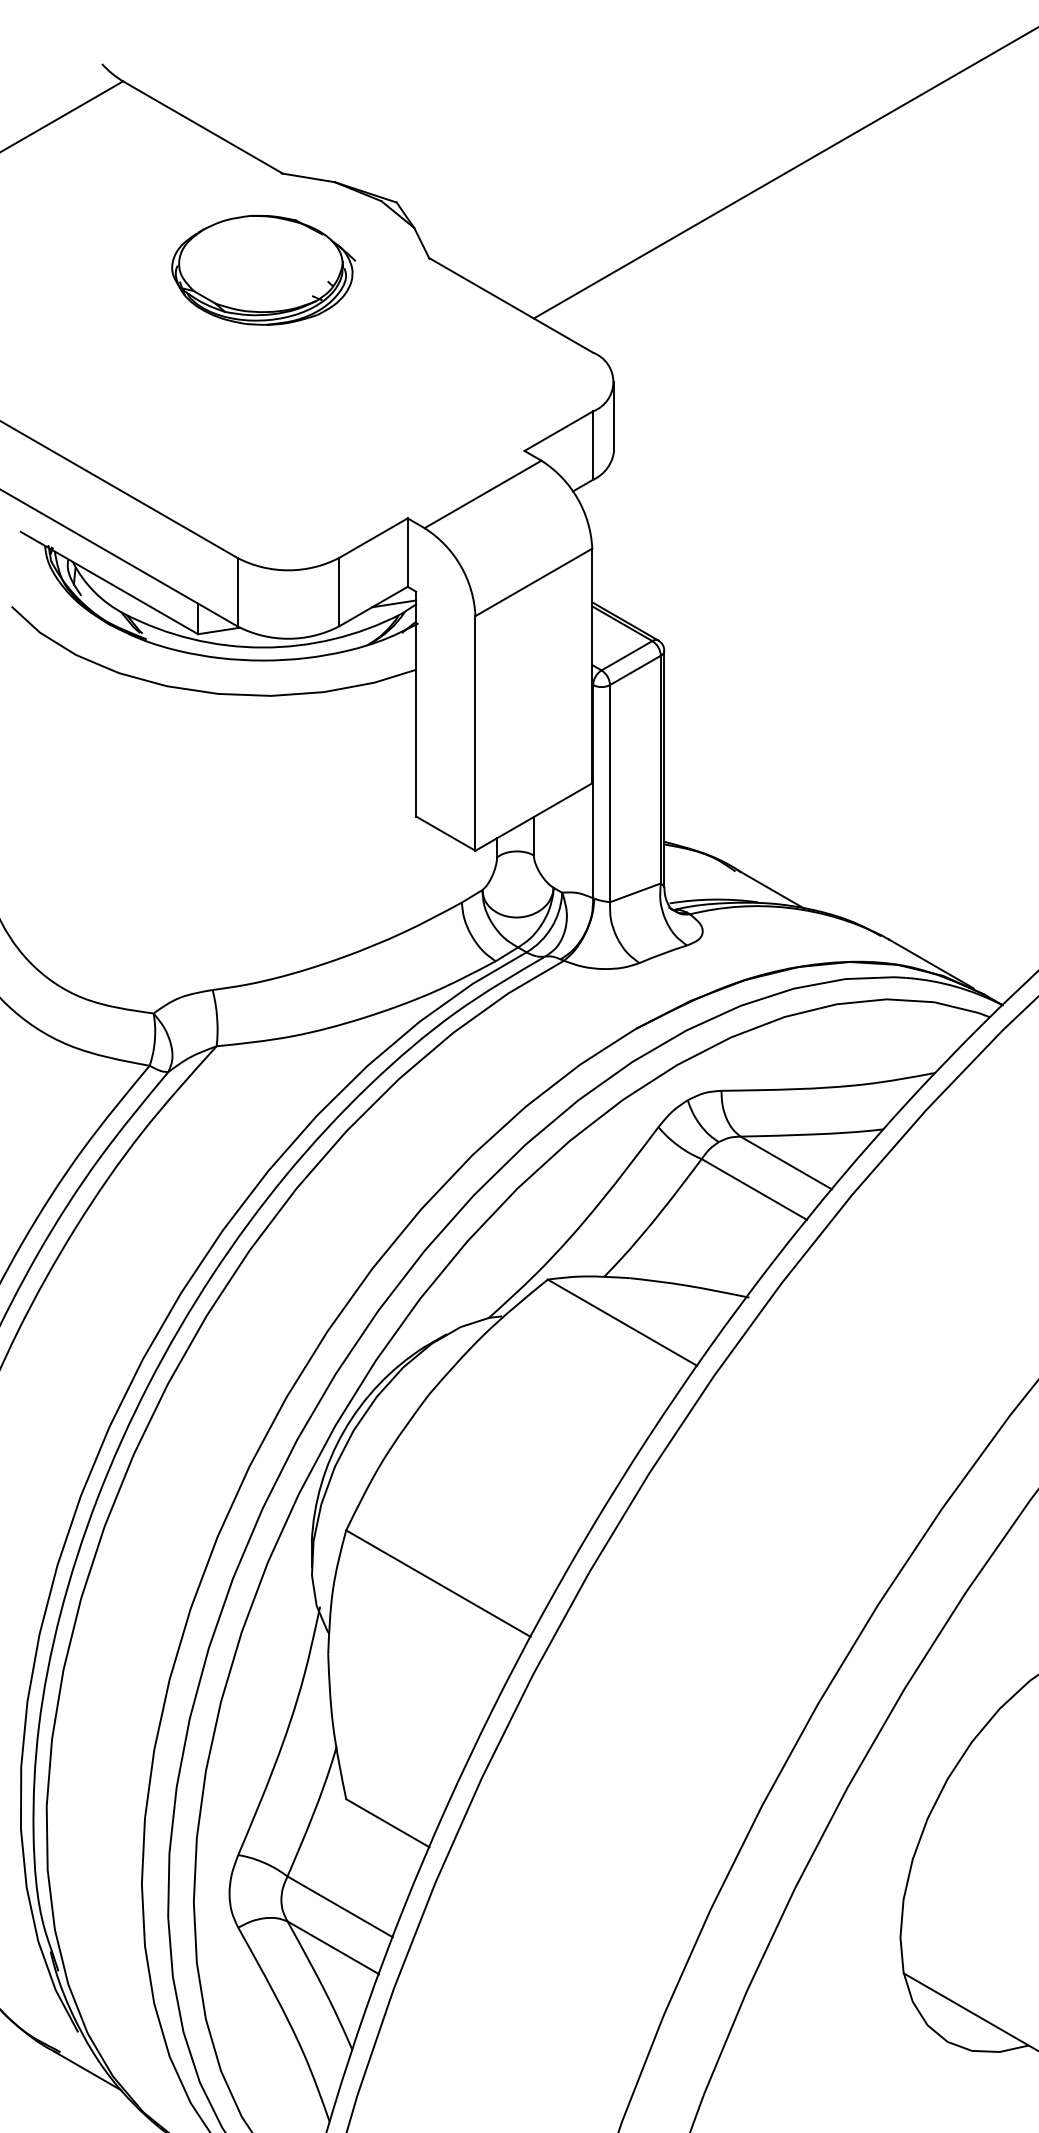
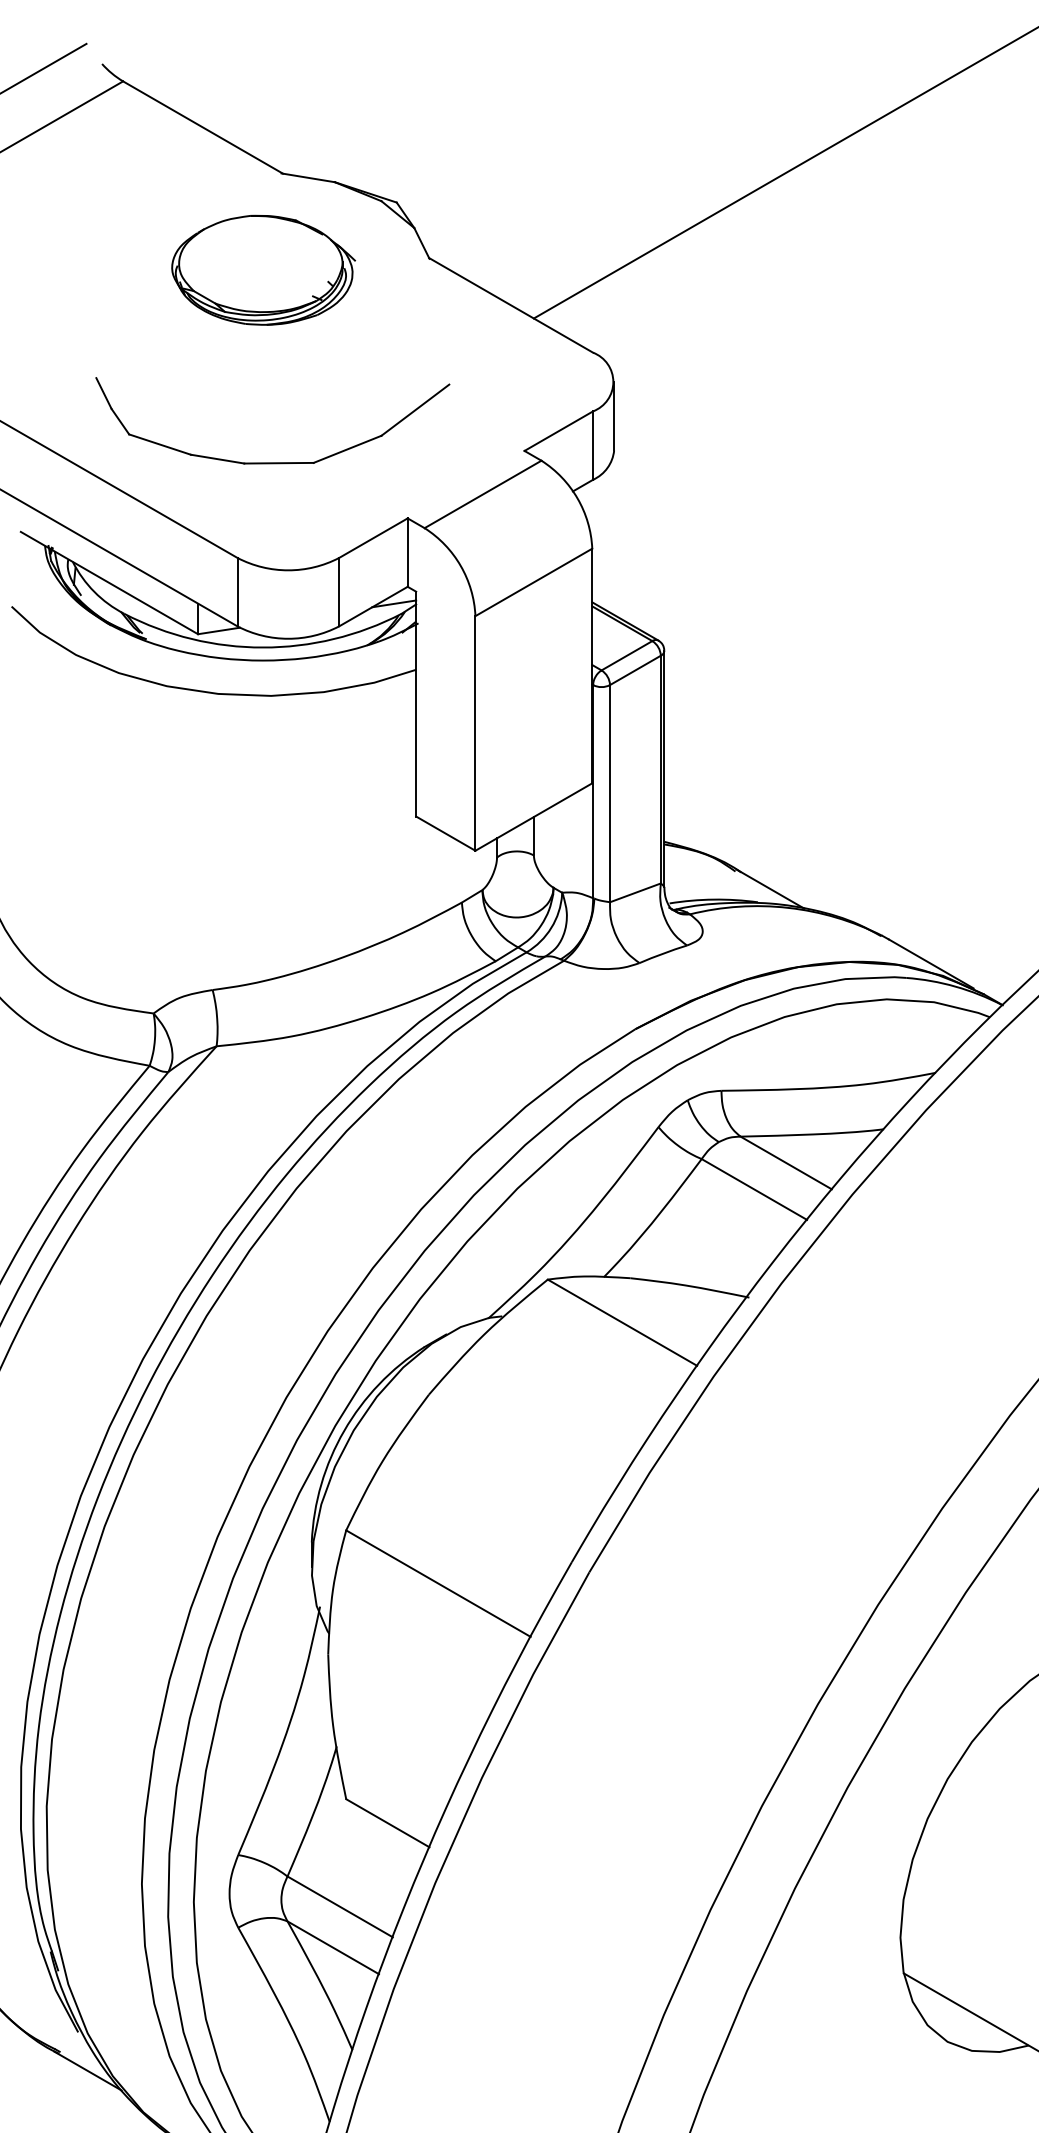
line at (44, 67): none -> present
part at (272, 462): none -> present
